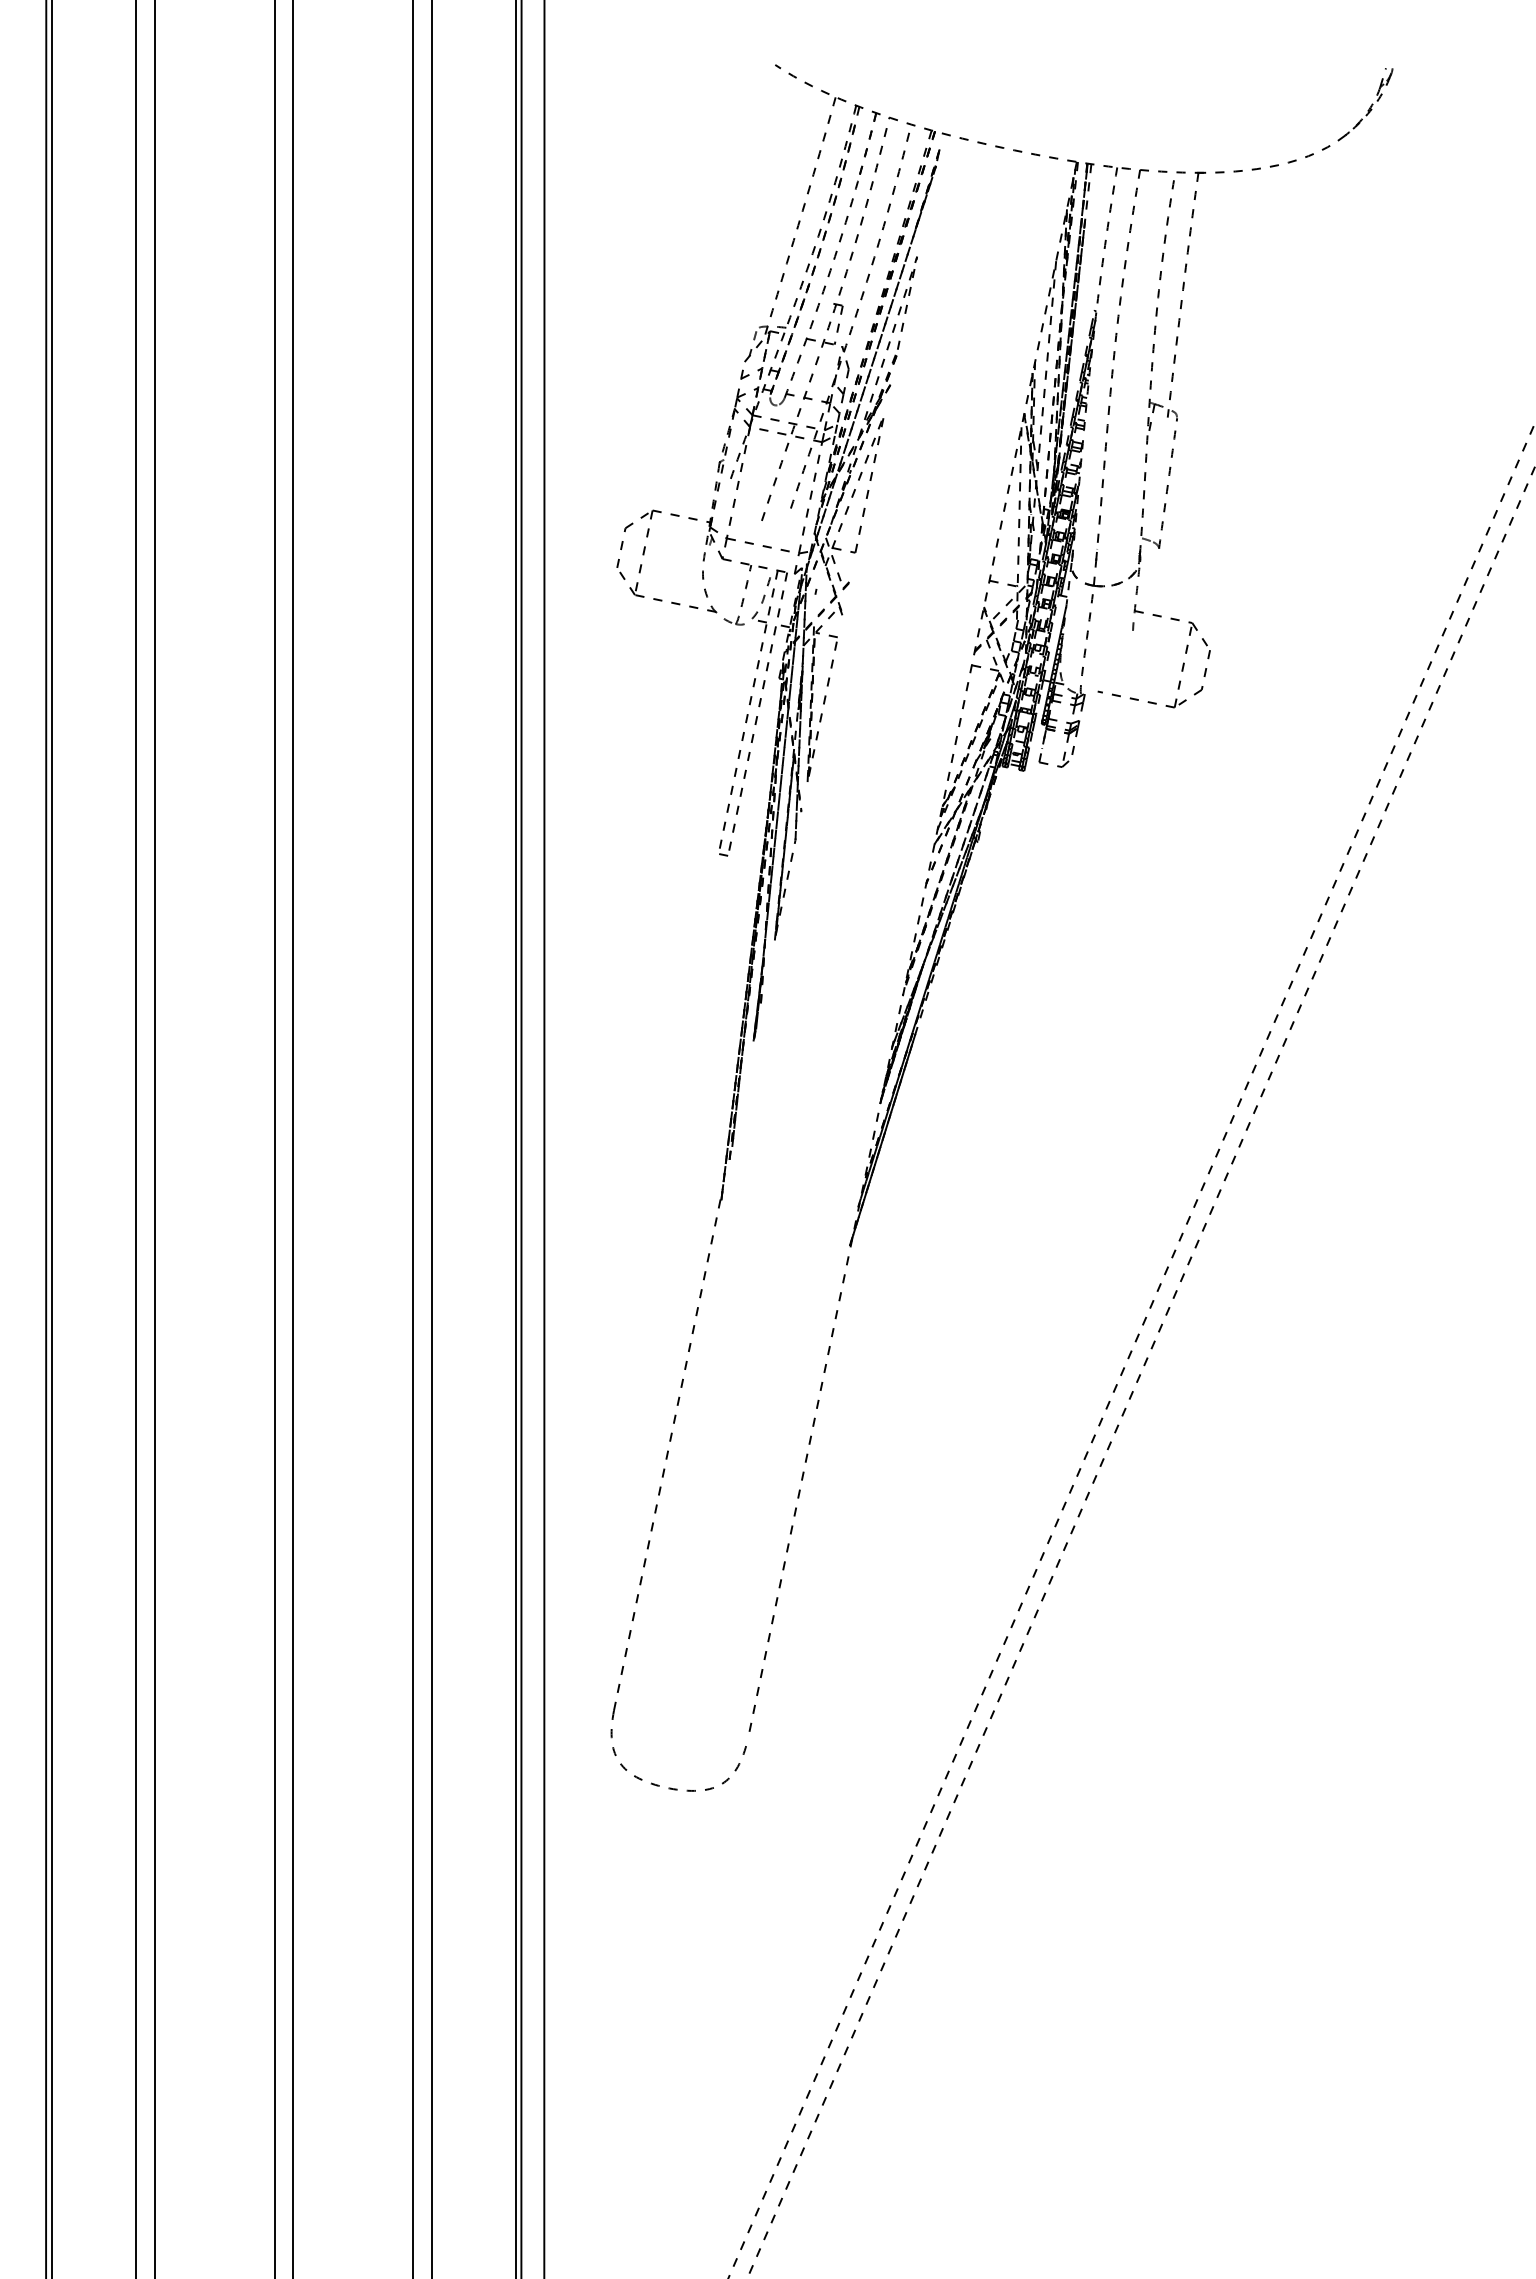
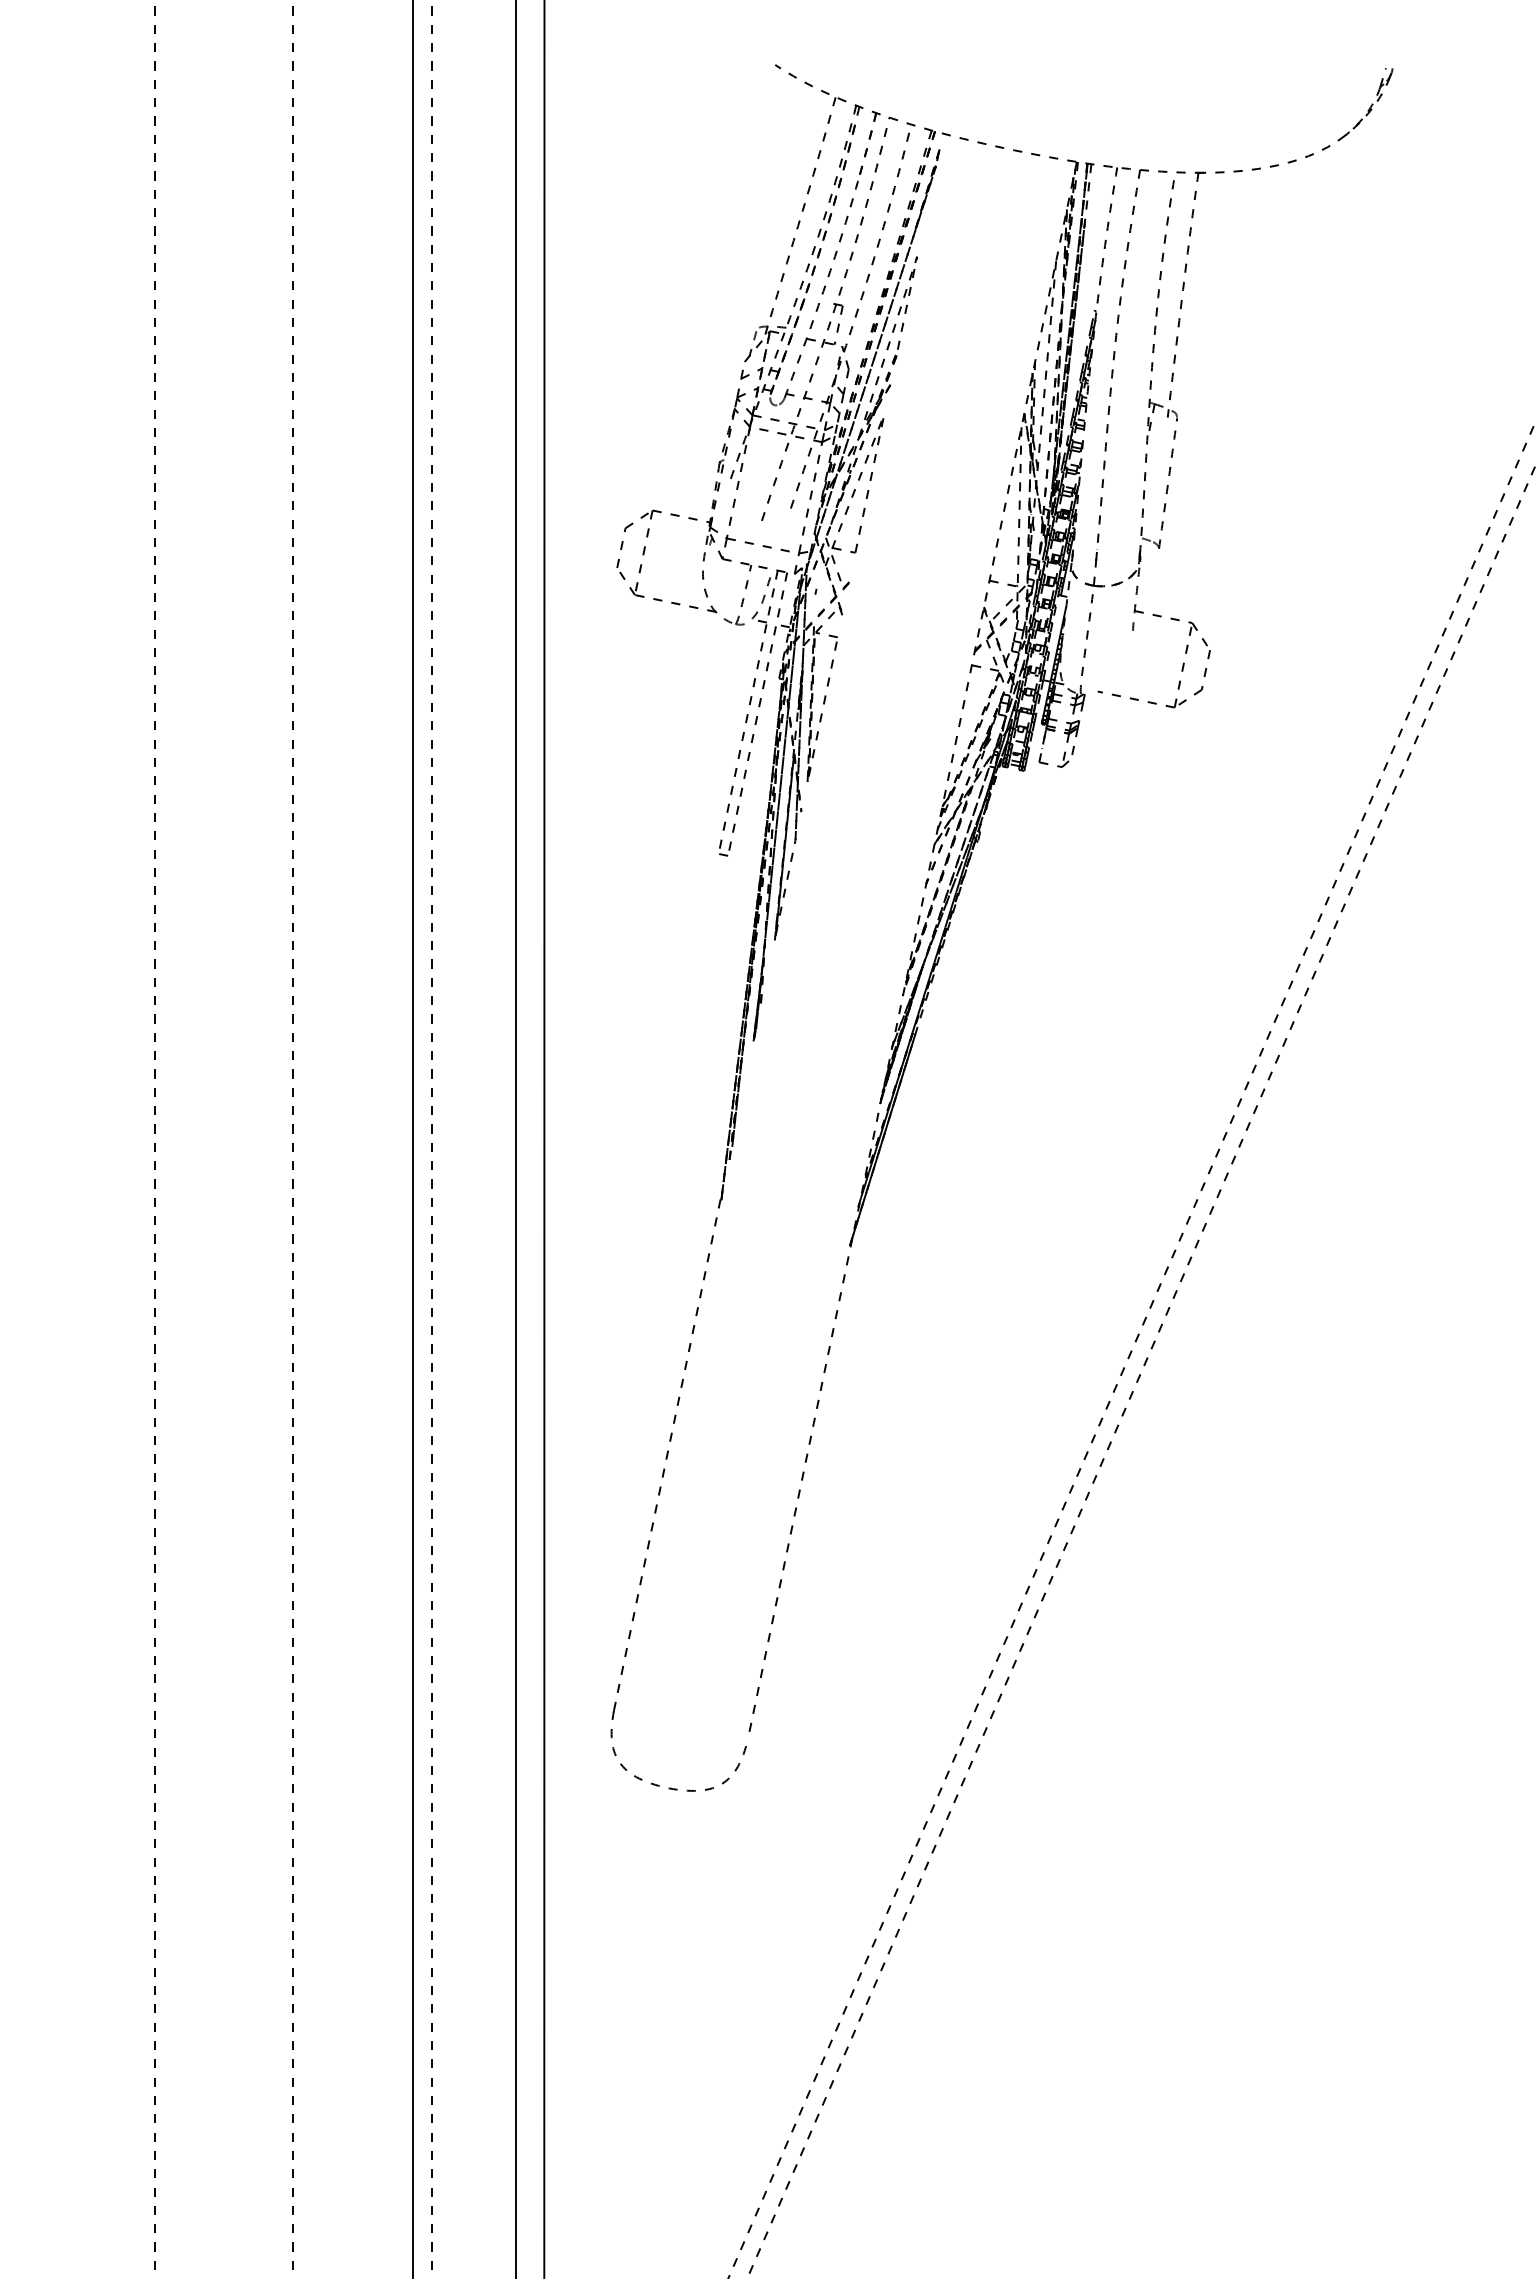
line at (46, 1138): present -> none
line at (51, 1138): present -> none
line at (136, 1138): present -> none
line at (274, 1138): present -> none
line at (521, 1138): present -> none
line at (155, 1139): solid -> dashed
line at (293, 1139): solid -> dashed
line at (431, 1139): solid -> dashed
